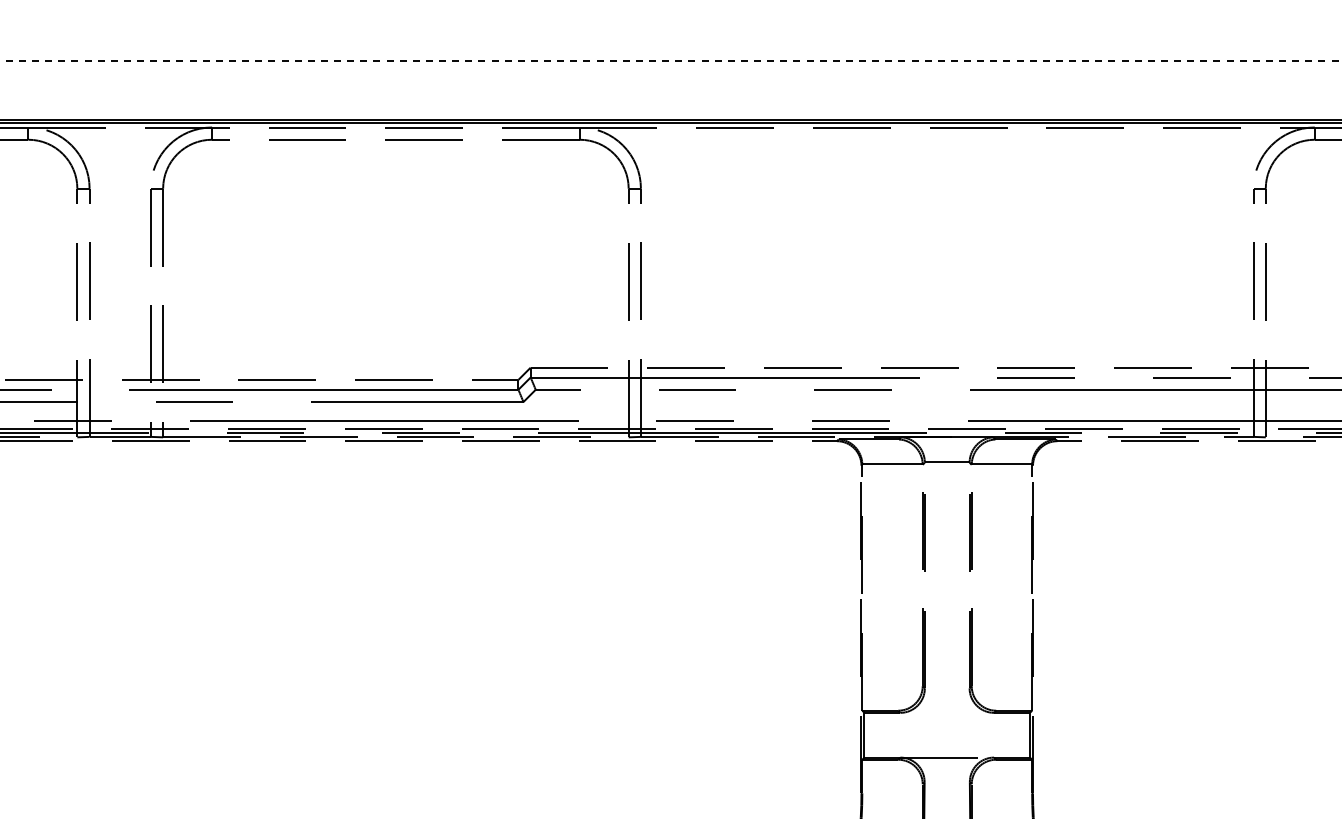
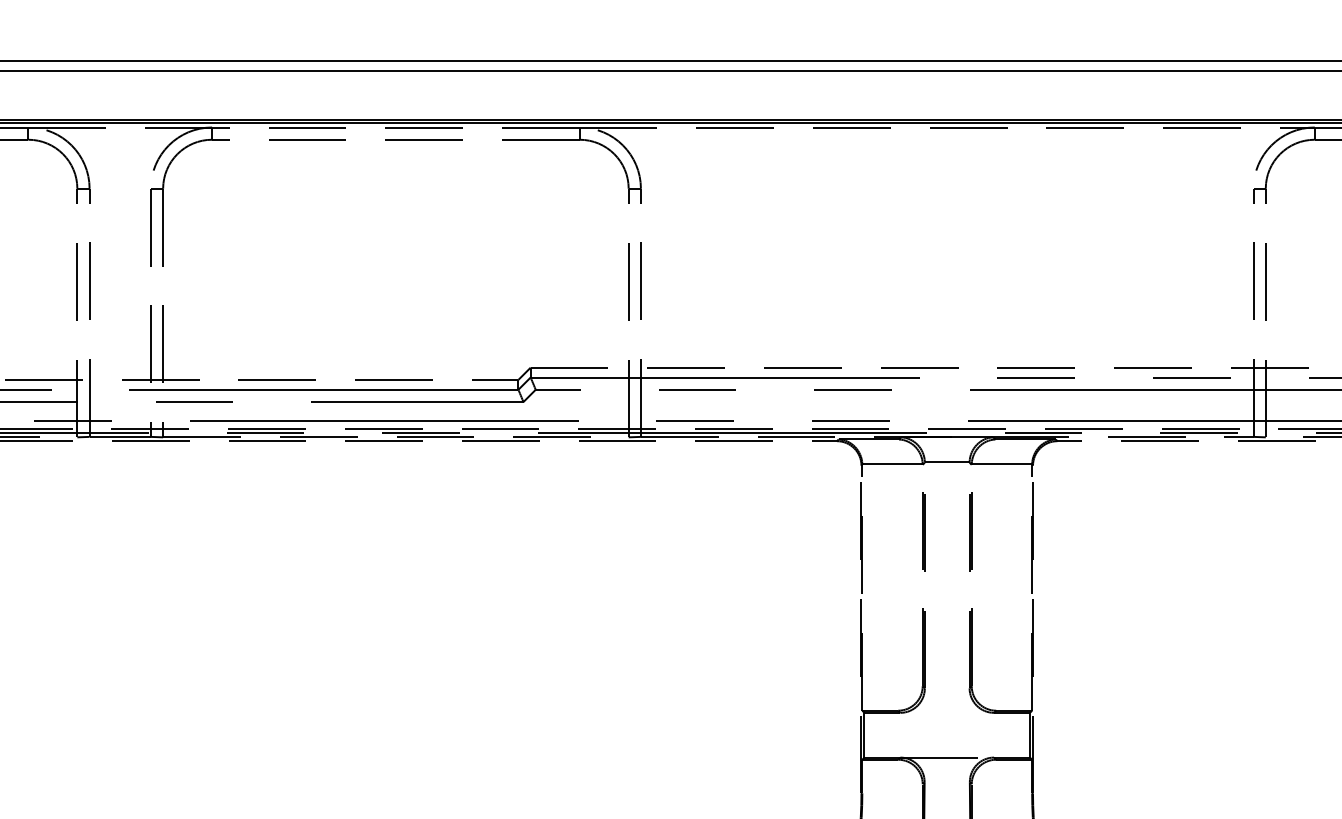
line at (671, 61): dashed -> solid
line at (670, 71): none -> present
